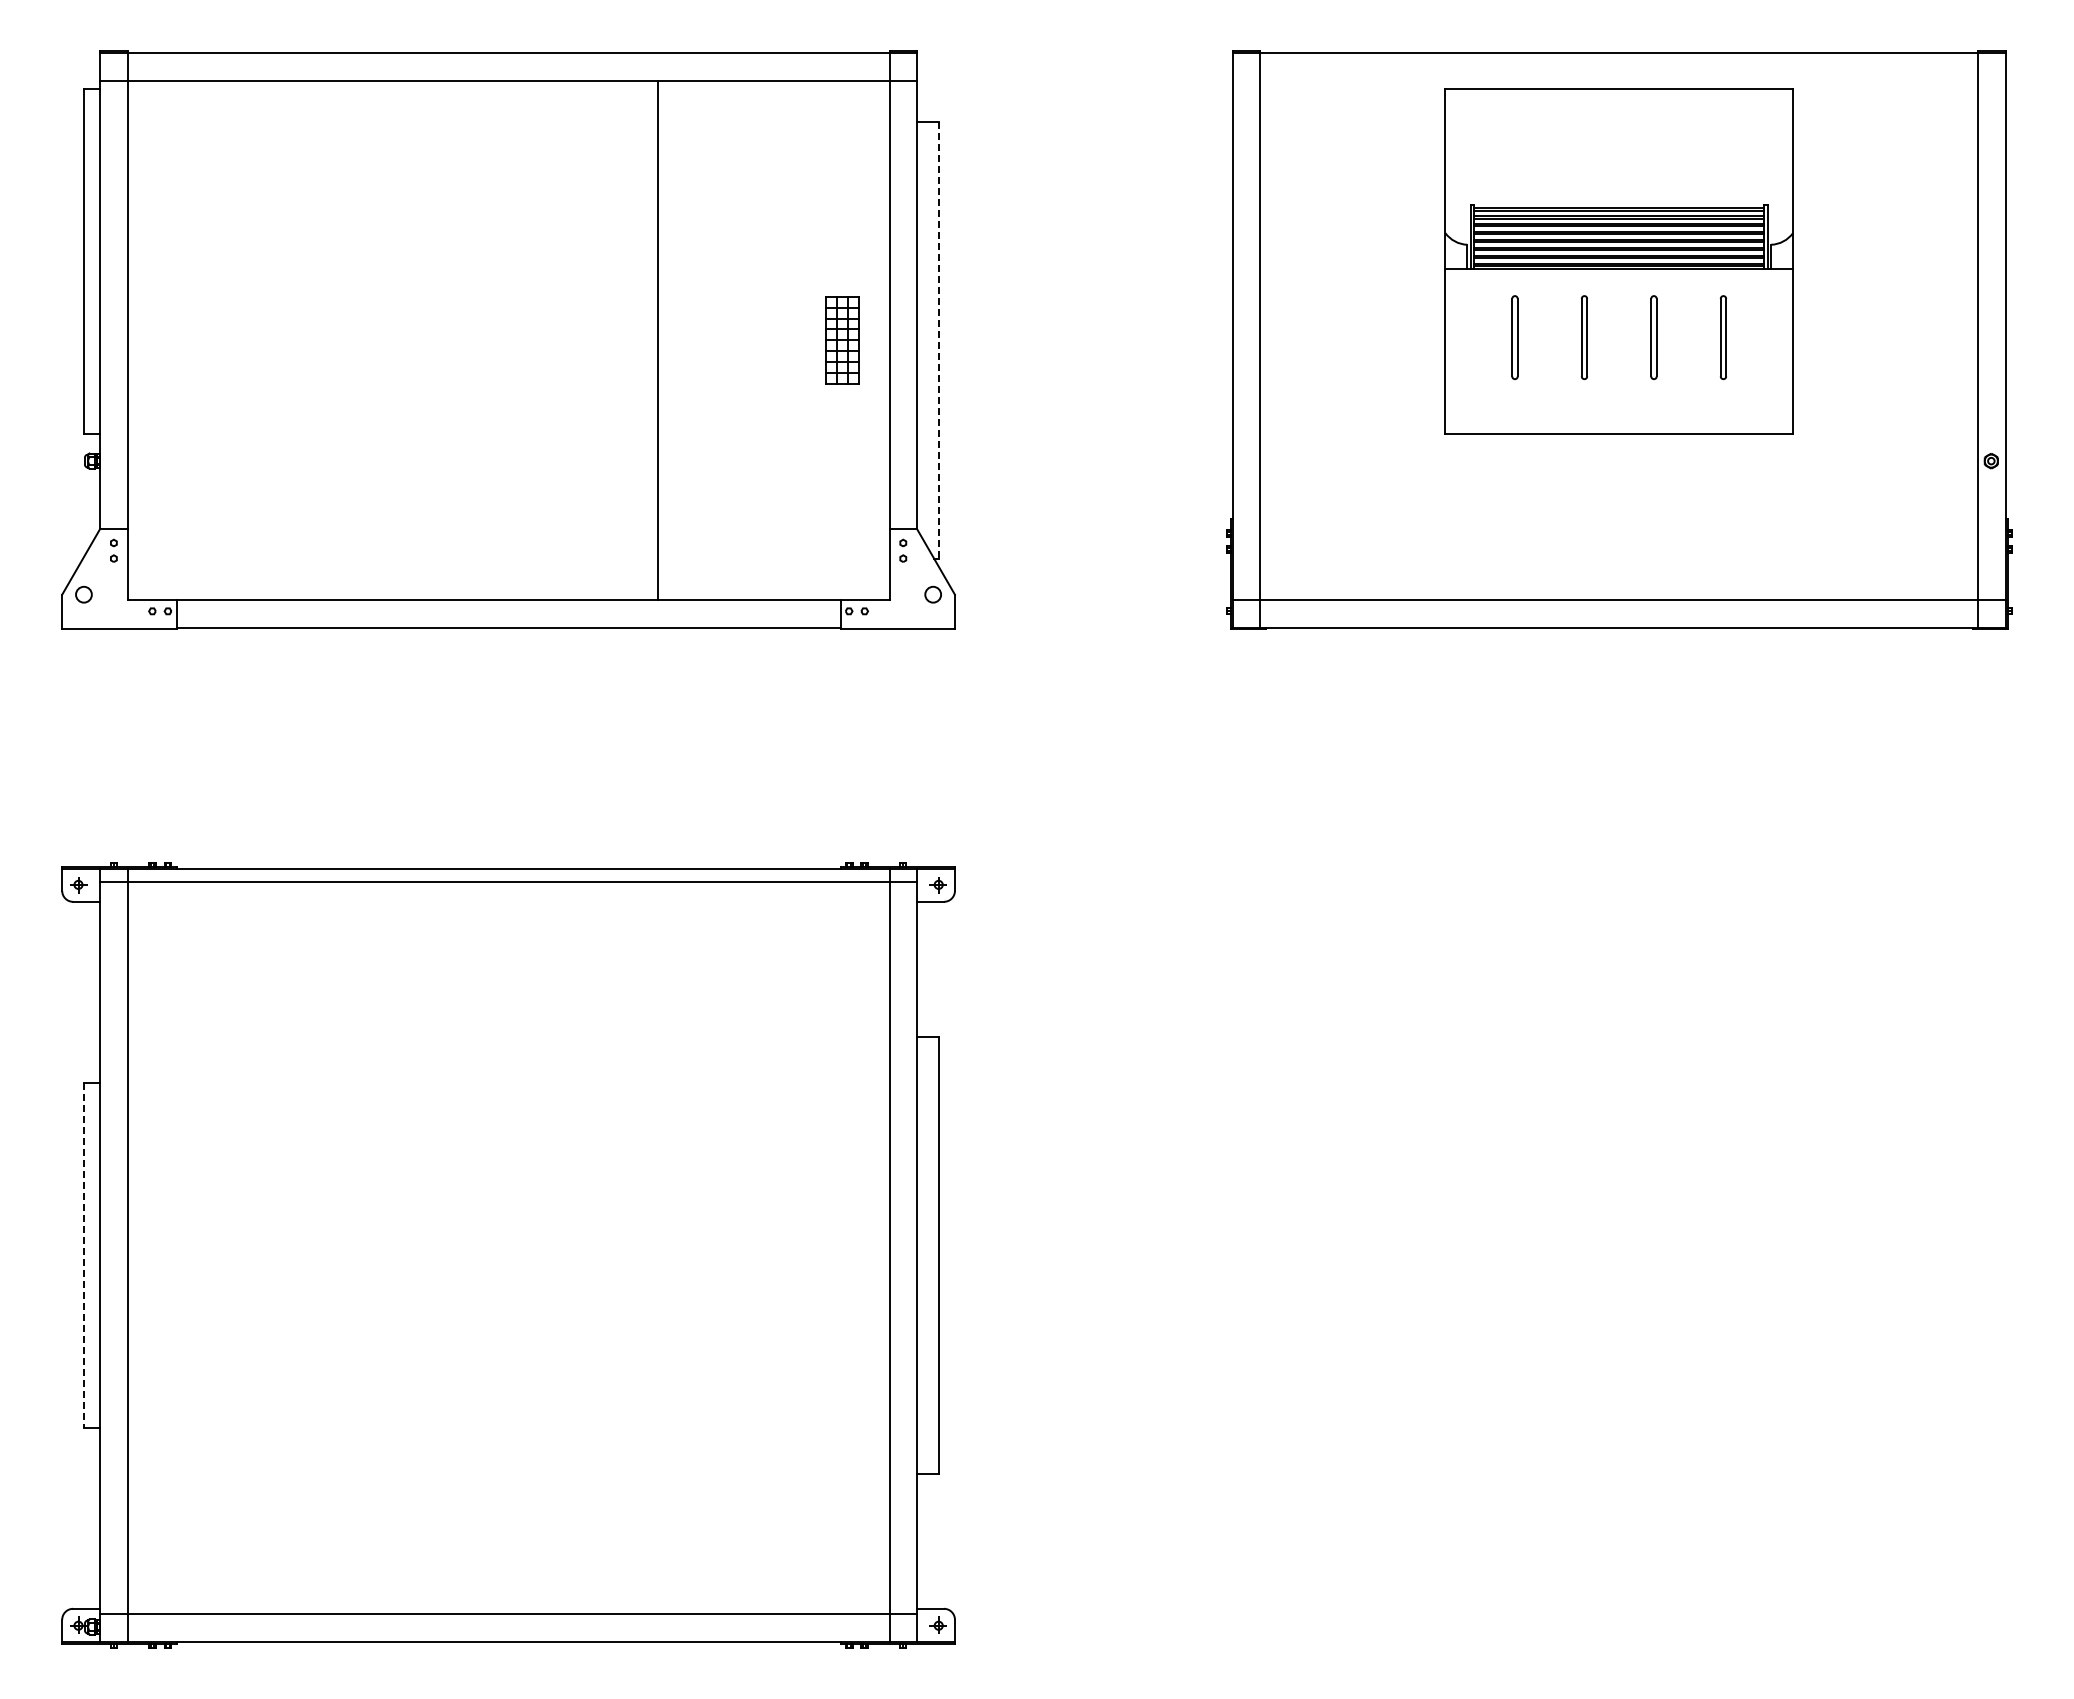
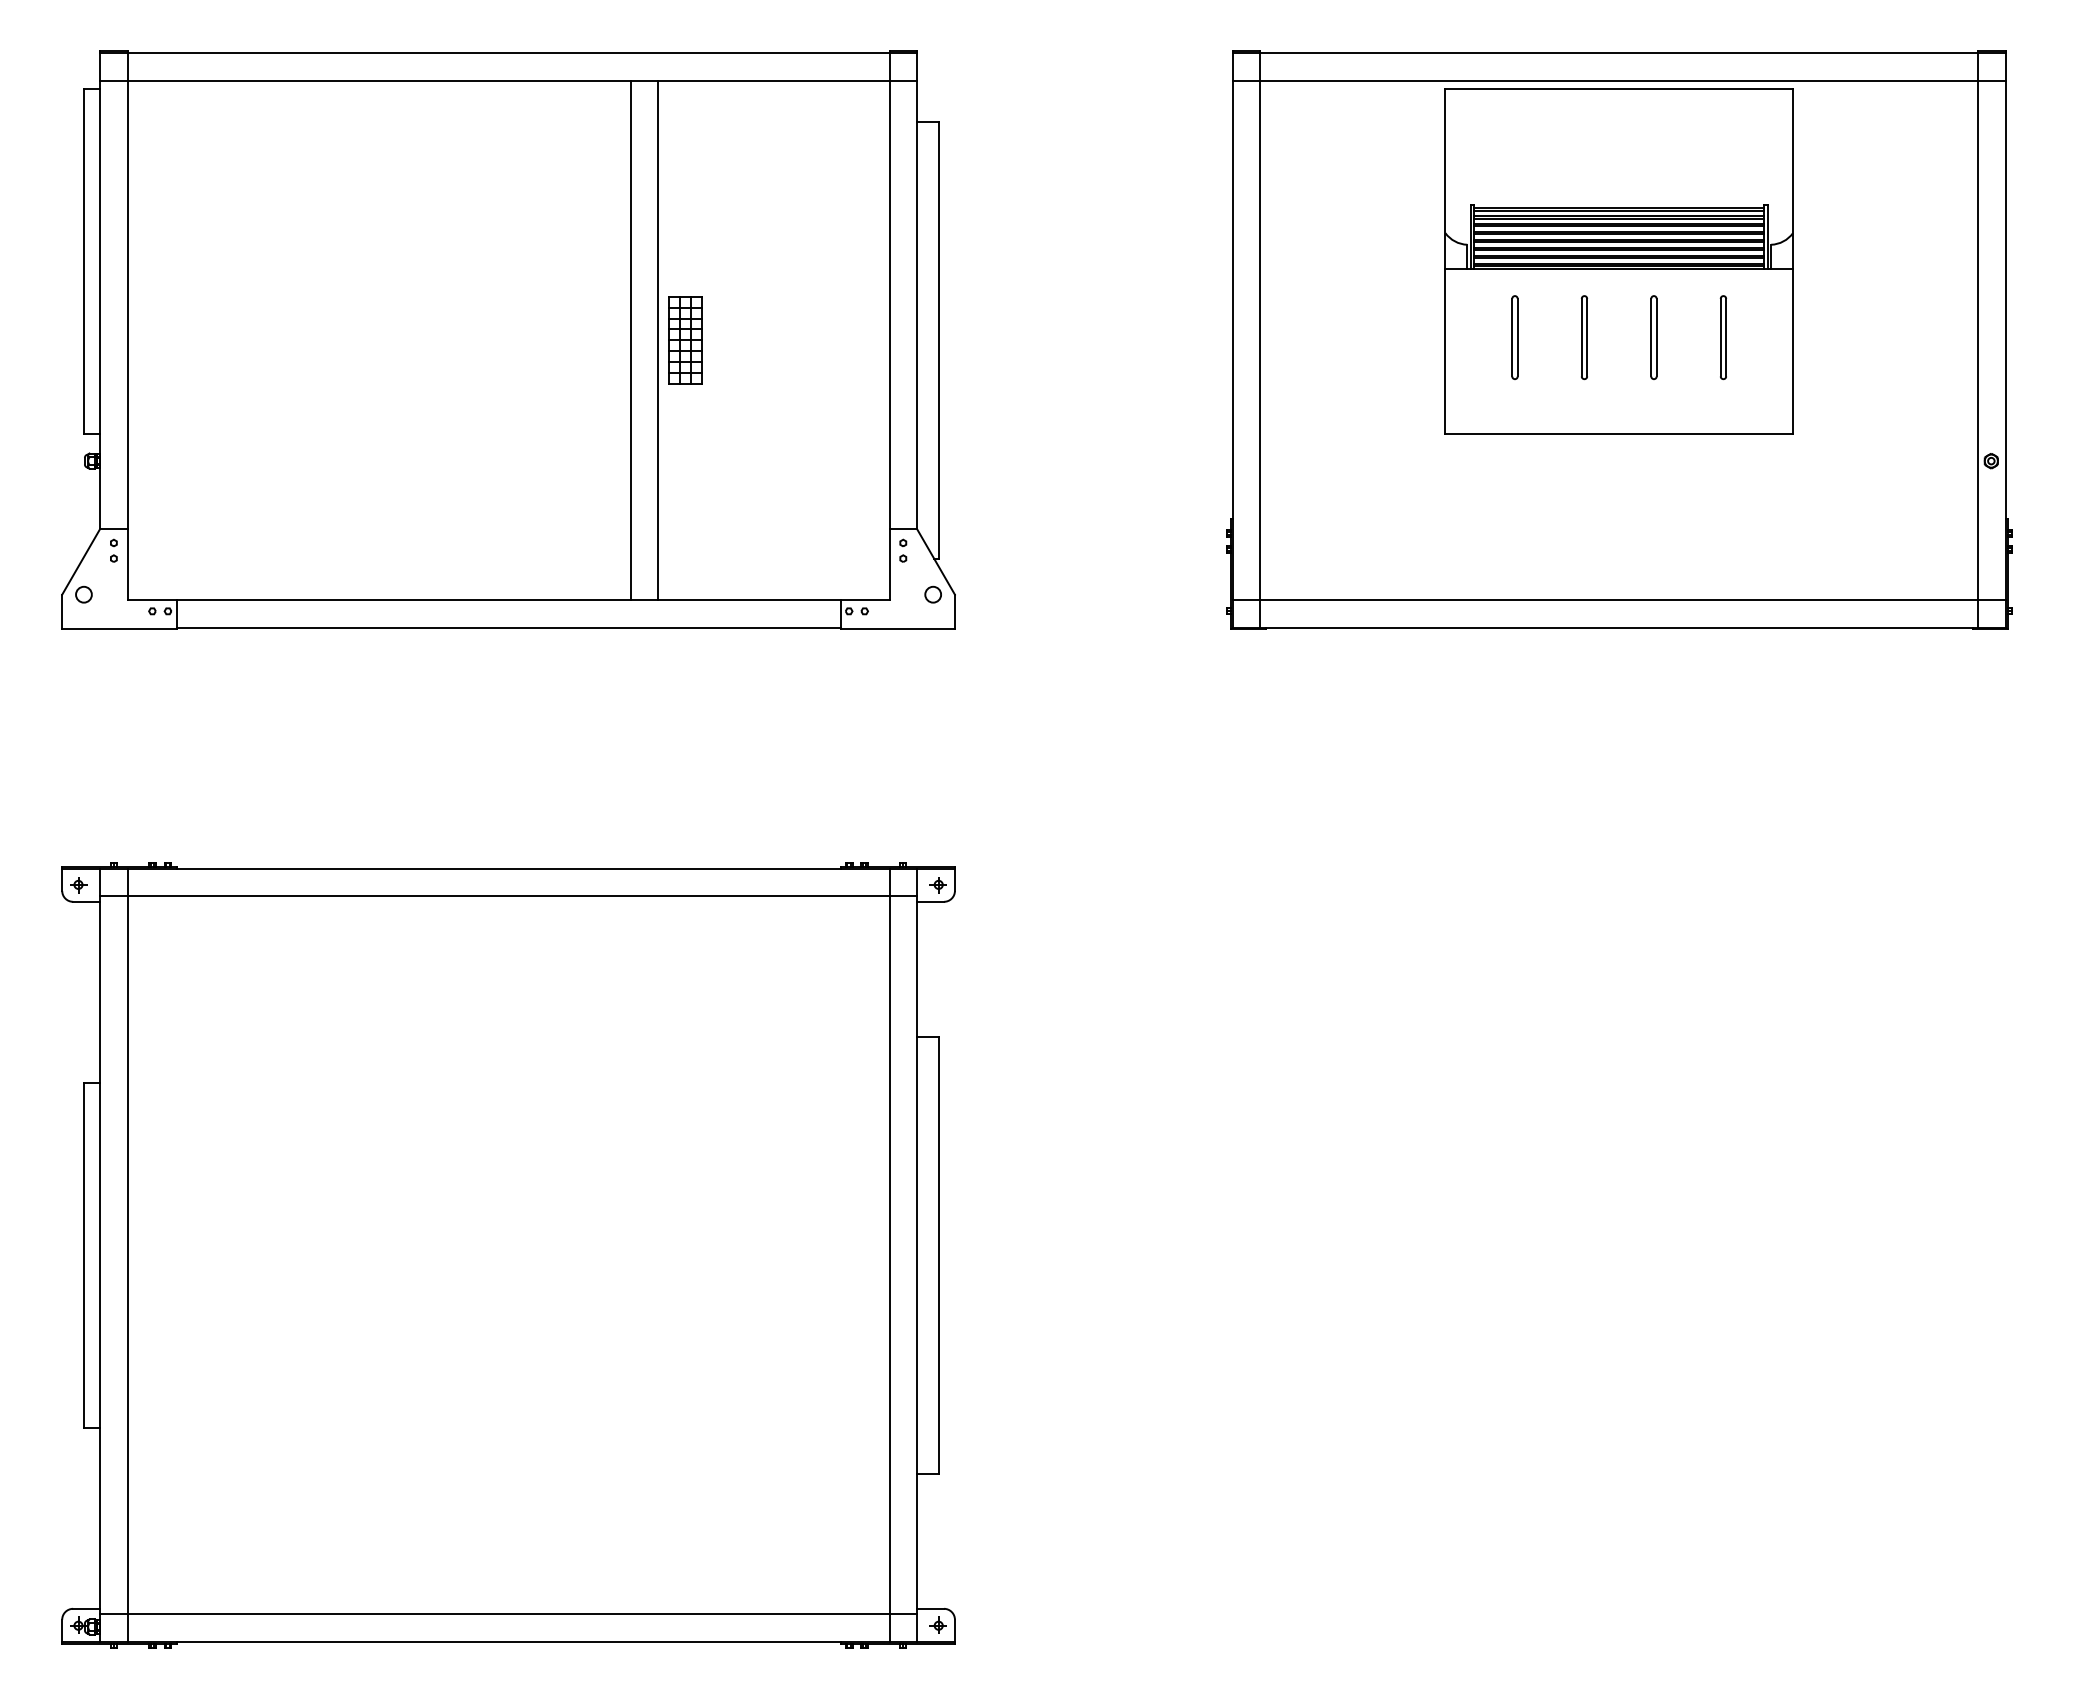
line at (1618, 80): none -> present
line at (631, 340): none -> present
part at (842, 340) position: (842, 340) -> (685, 340)
line at (938, 340): dashed -> solid
line at (508, 882) position: (508, 882) -> (508, 896)
line at (83, 1255): dashed -> solid
